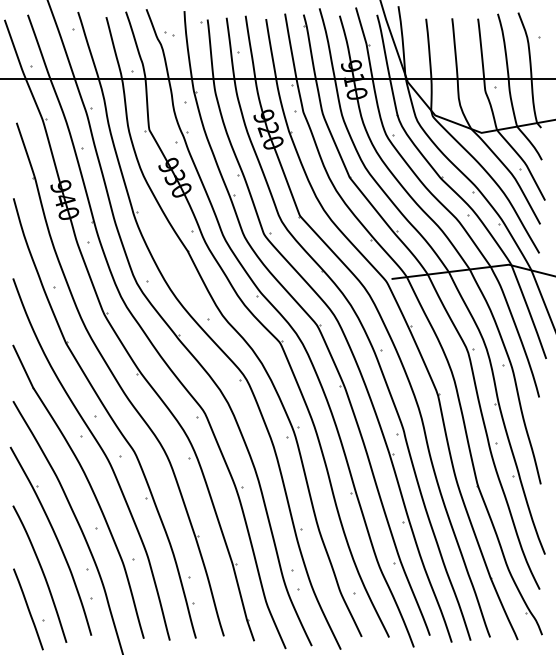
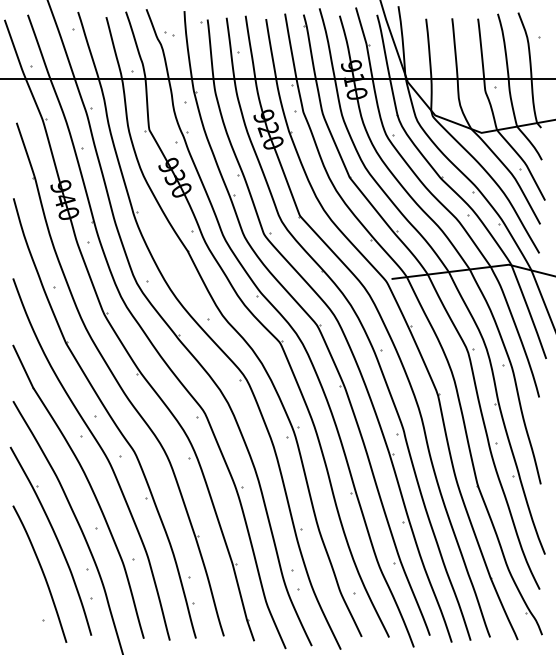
line at (28, 609): present -> none
